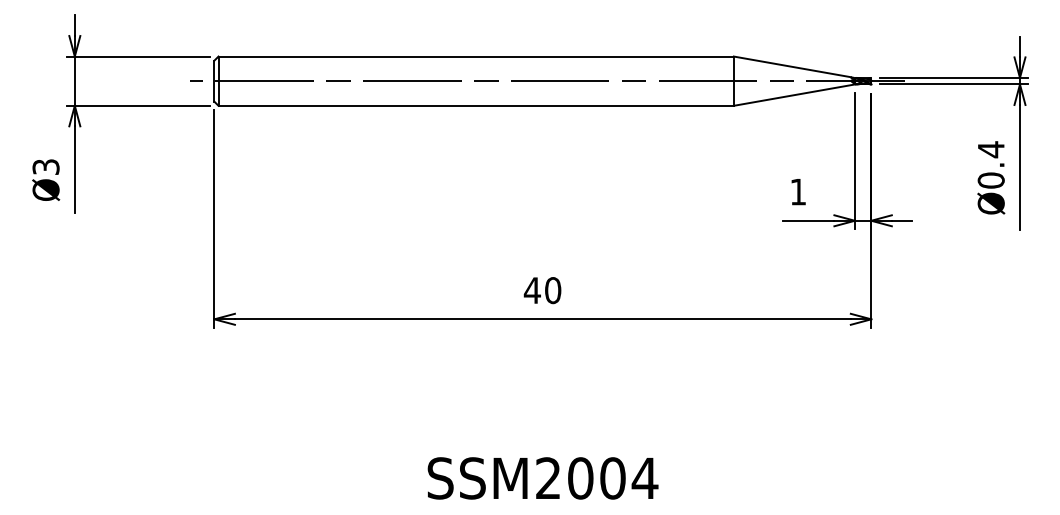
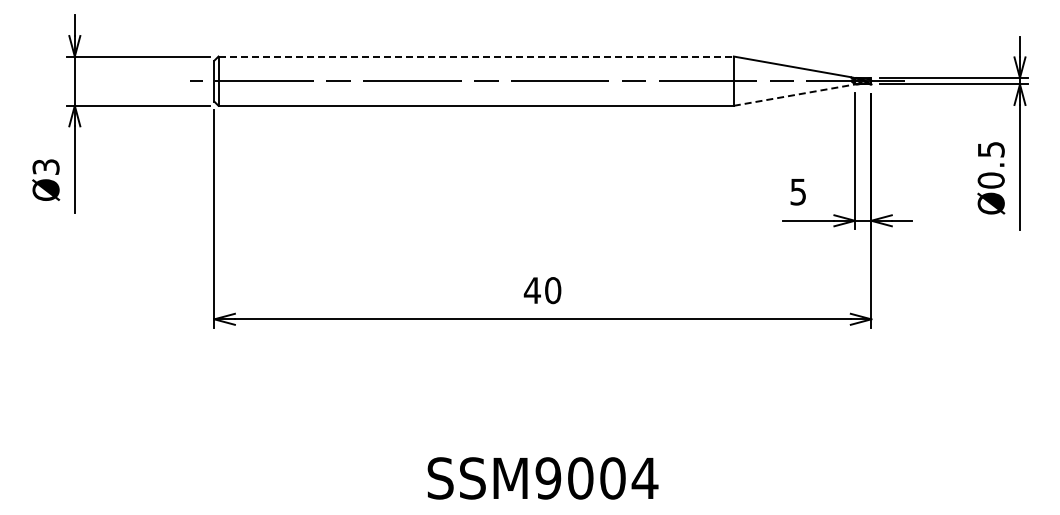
line at (476, 56): solid -> dashed
line at (794, 95): solid -> dashed
text at (991, 149): Ø0.4 -> Ø0.5
text at (797, 192): 1 -> 5
text at (548, 478): SSM2004 -> SSM9004
